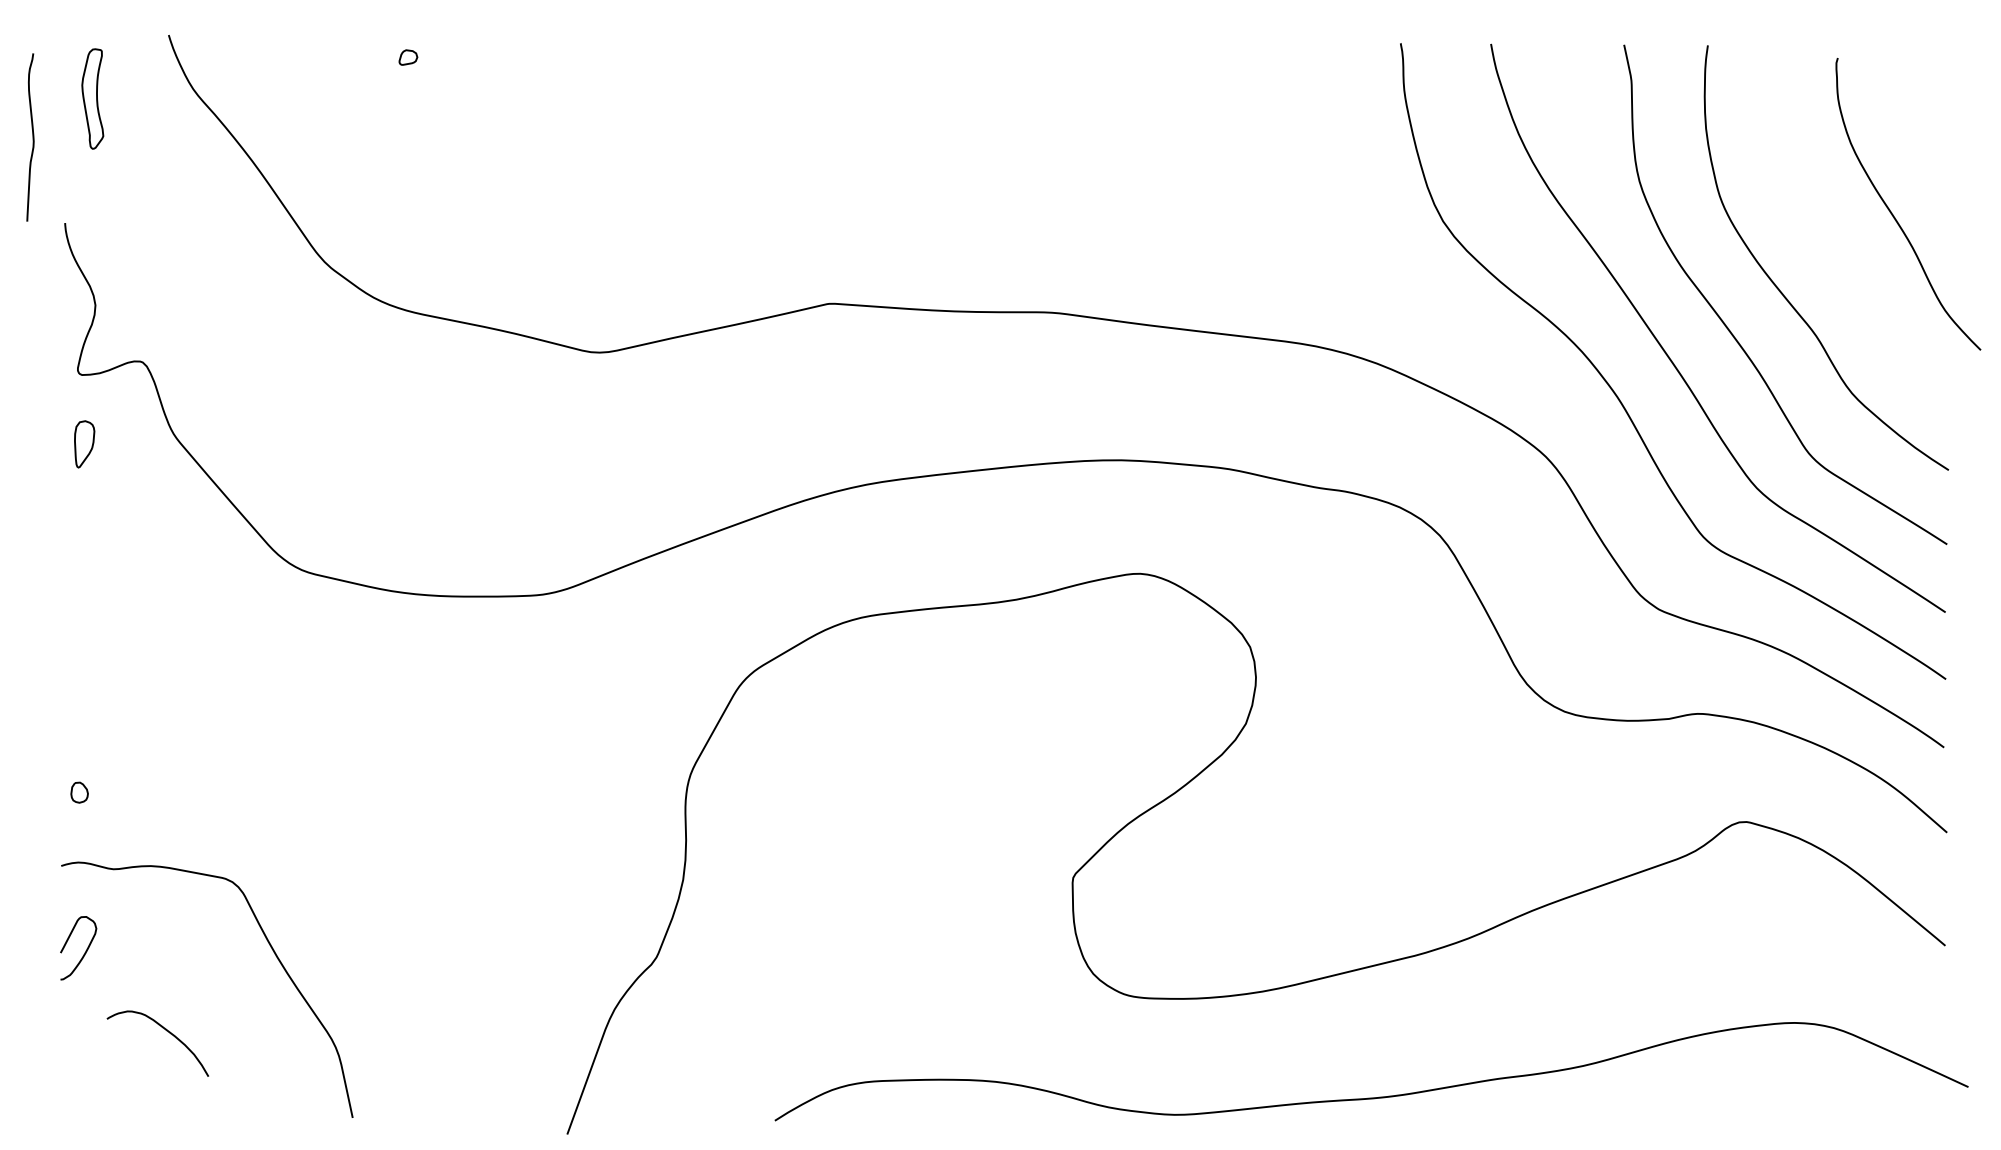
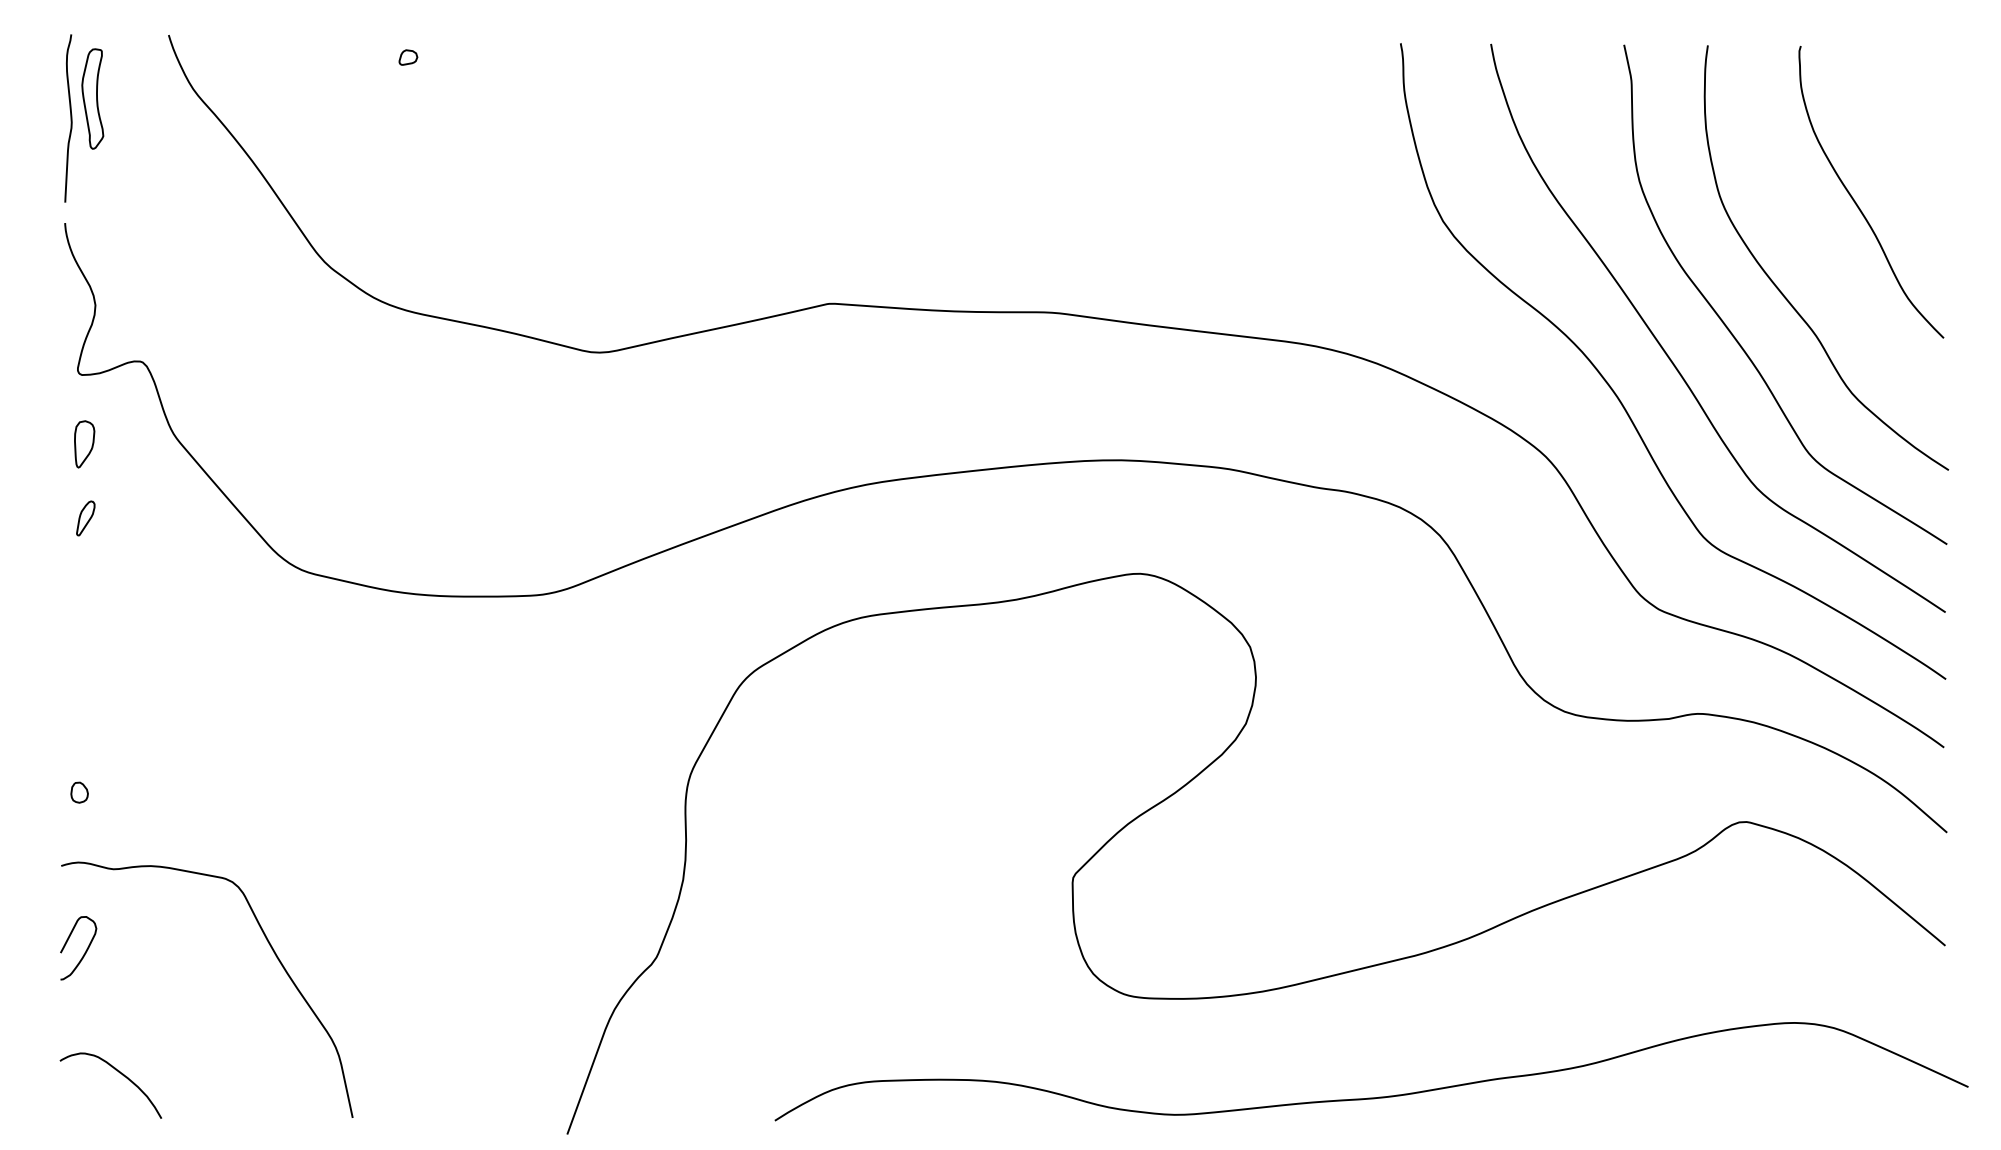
part at (30, 137) position: (30, 137) -> (68, 118)
curve at (1892, 212) position: (1892, 212) -> (1855, 200)
part at (85, 518): none -> present
curve at (166, 1031) position: (166, 1031) -> (119, 1073)
